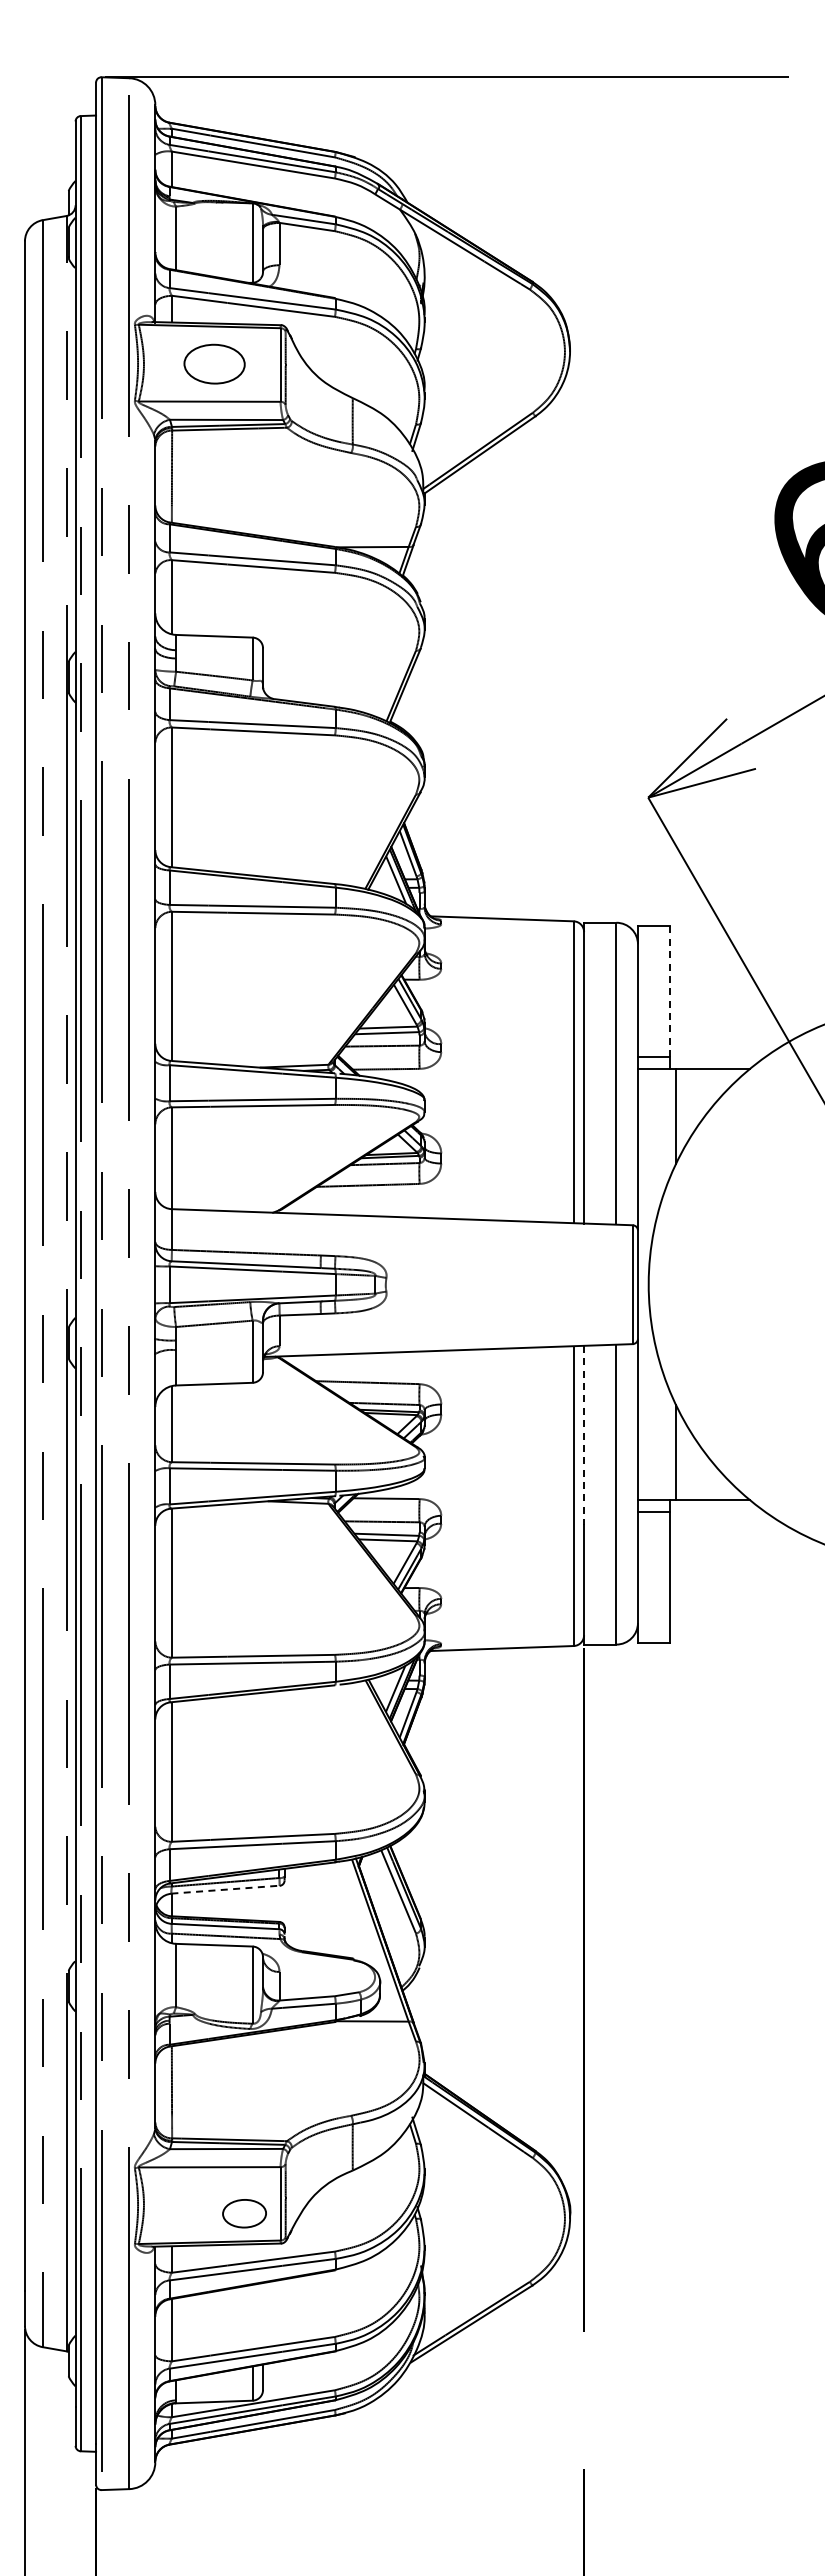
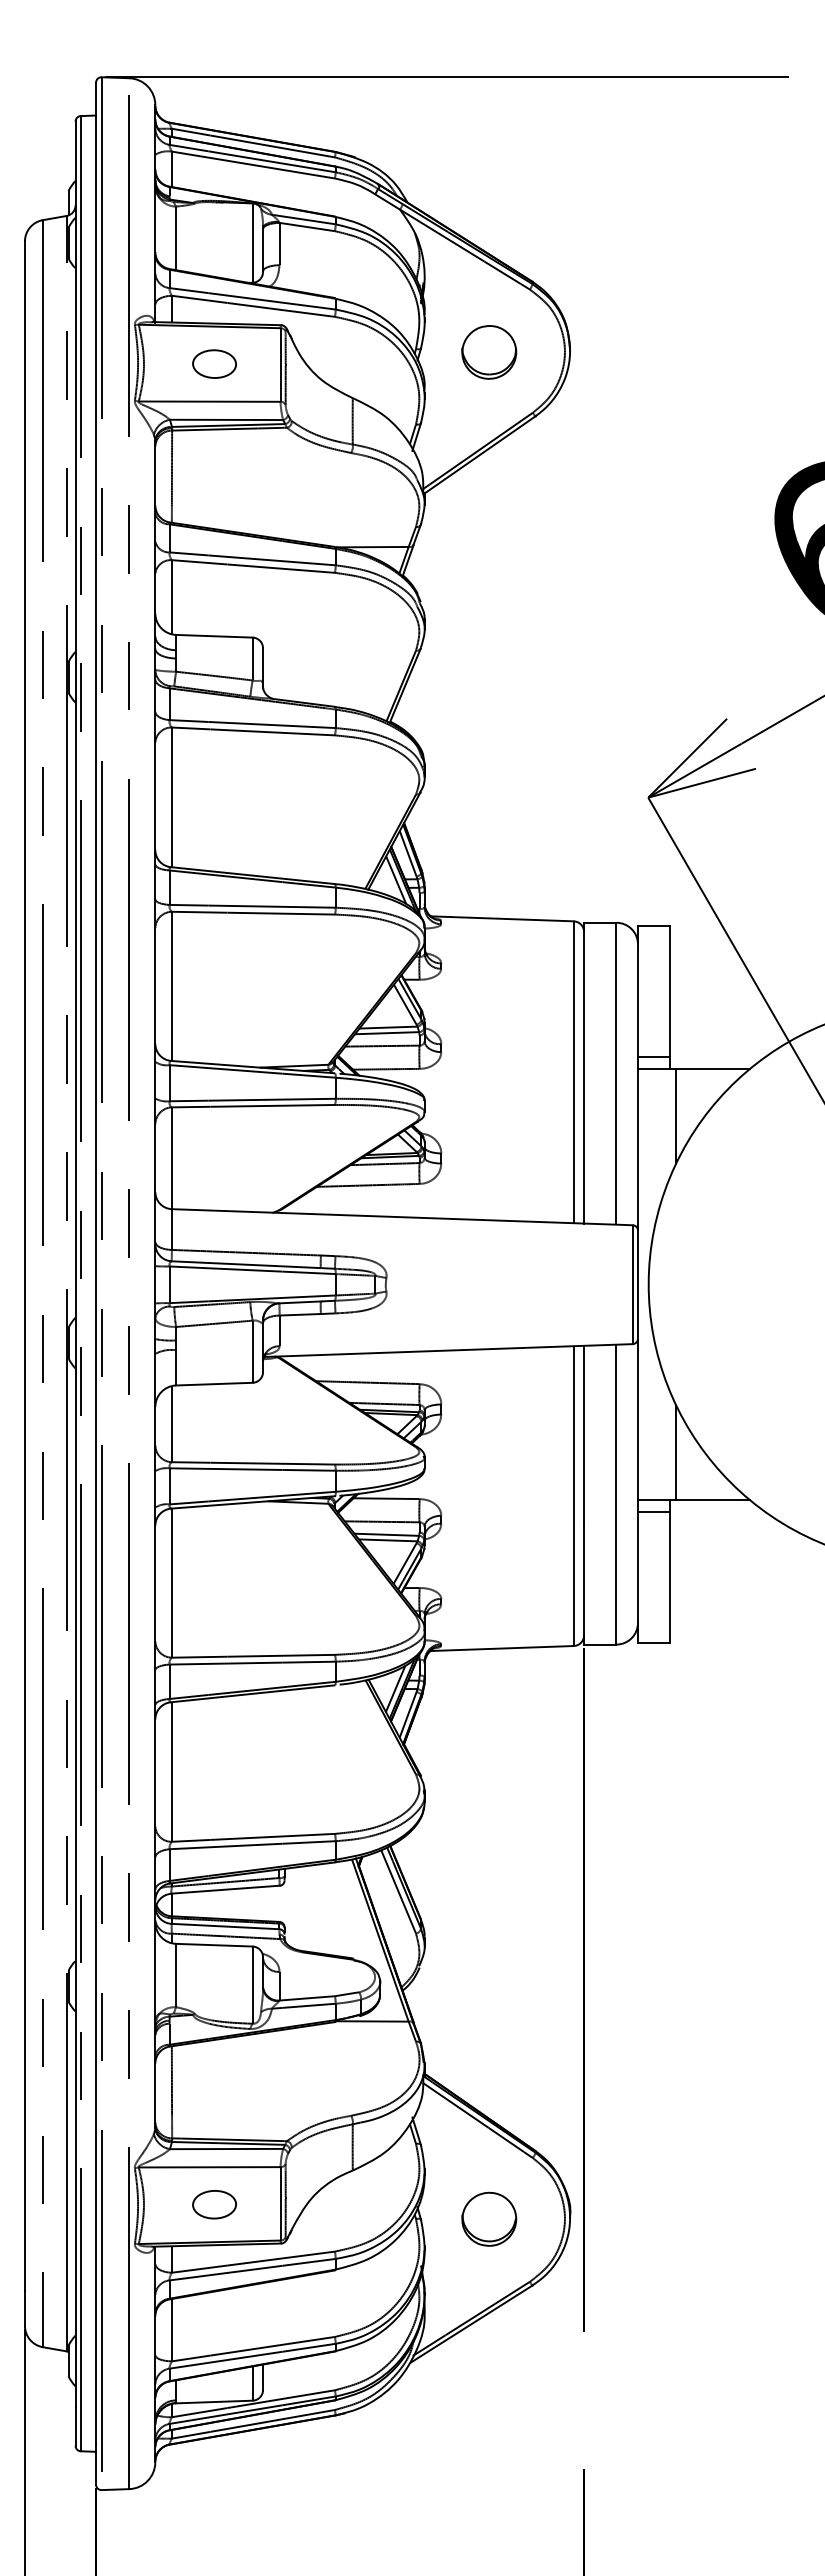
part at (489, 352): none -> present
part at (214, 363) size: 63x42 px -> 45x30 px
line at (670, 991): dashed -> solid
line at (584, 1435): dashed -> solid
line at (225, 1889): dashed -> solid
part at (244, 2213) position: (244, 2213) -> (214, 2204)
part at (489, 2218): none -> present
